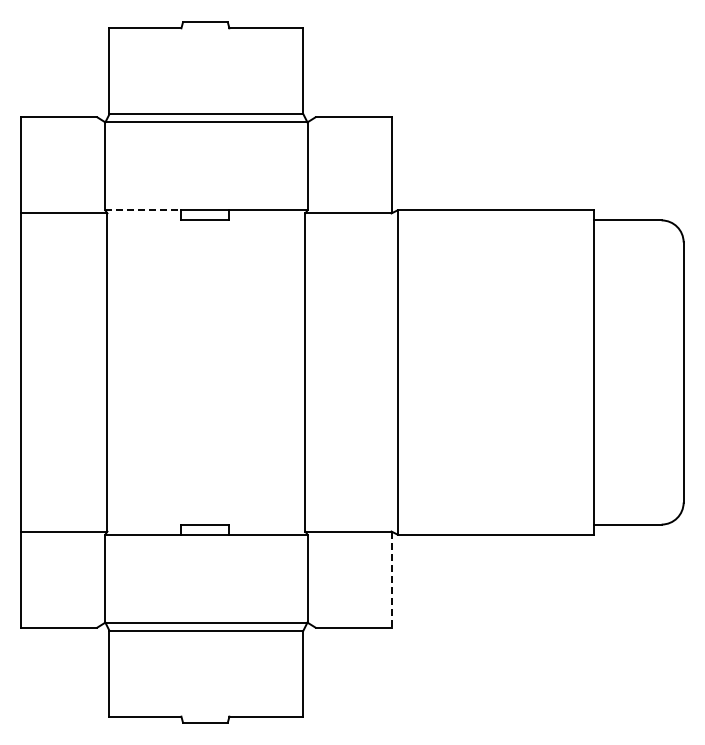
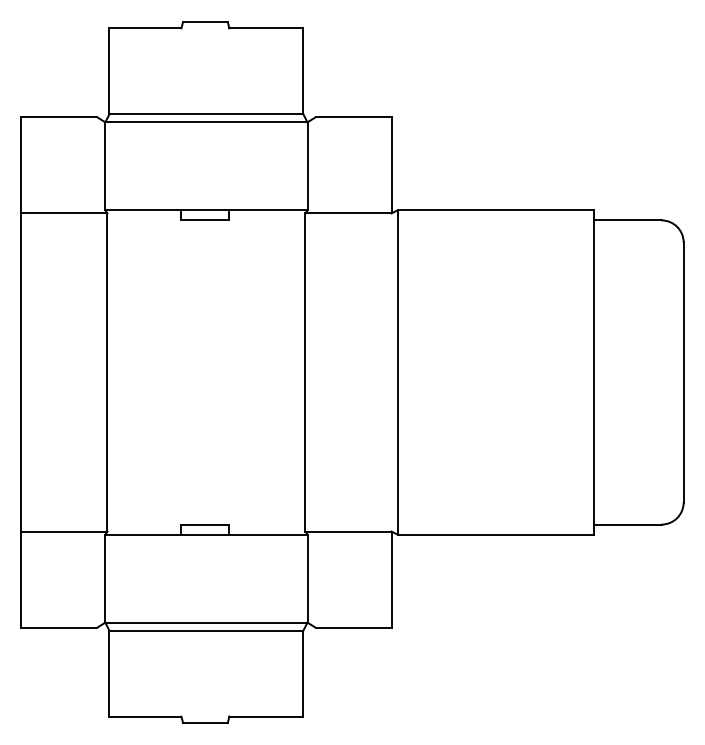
line at (143, 210): dashed -> solid
line at (391, 580): dashed -> solid
